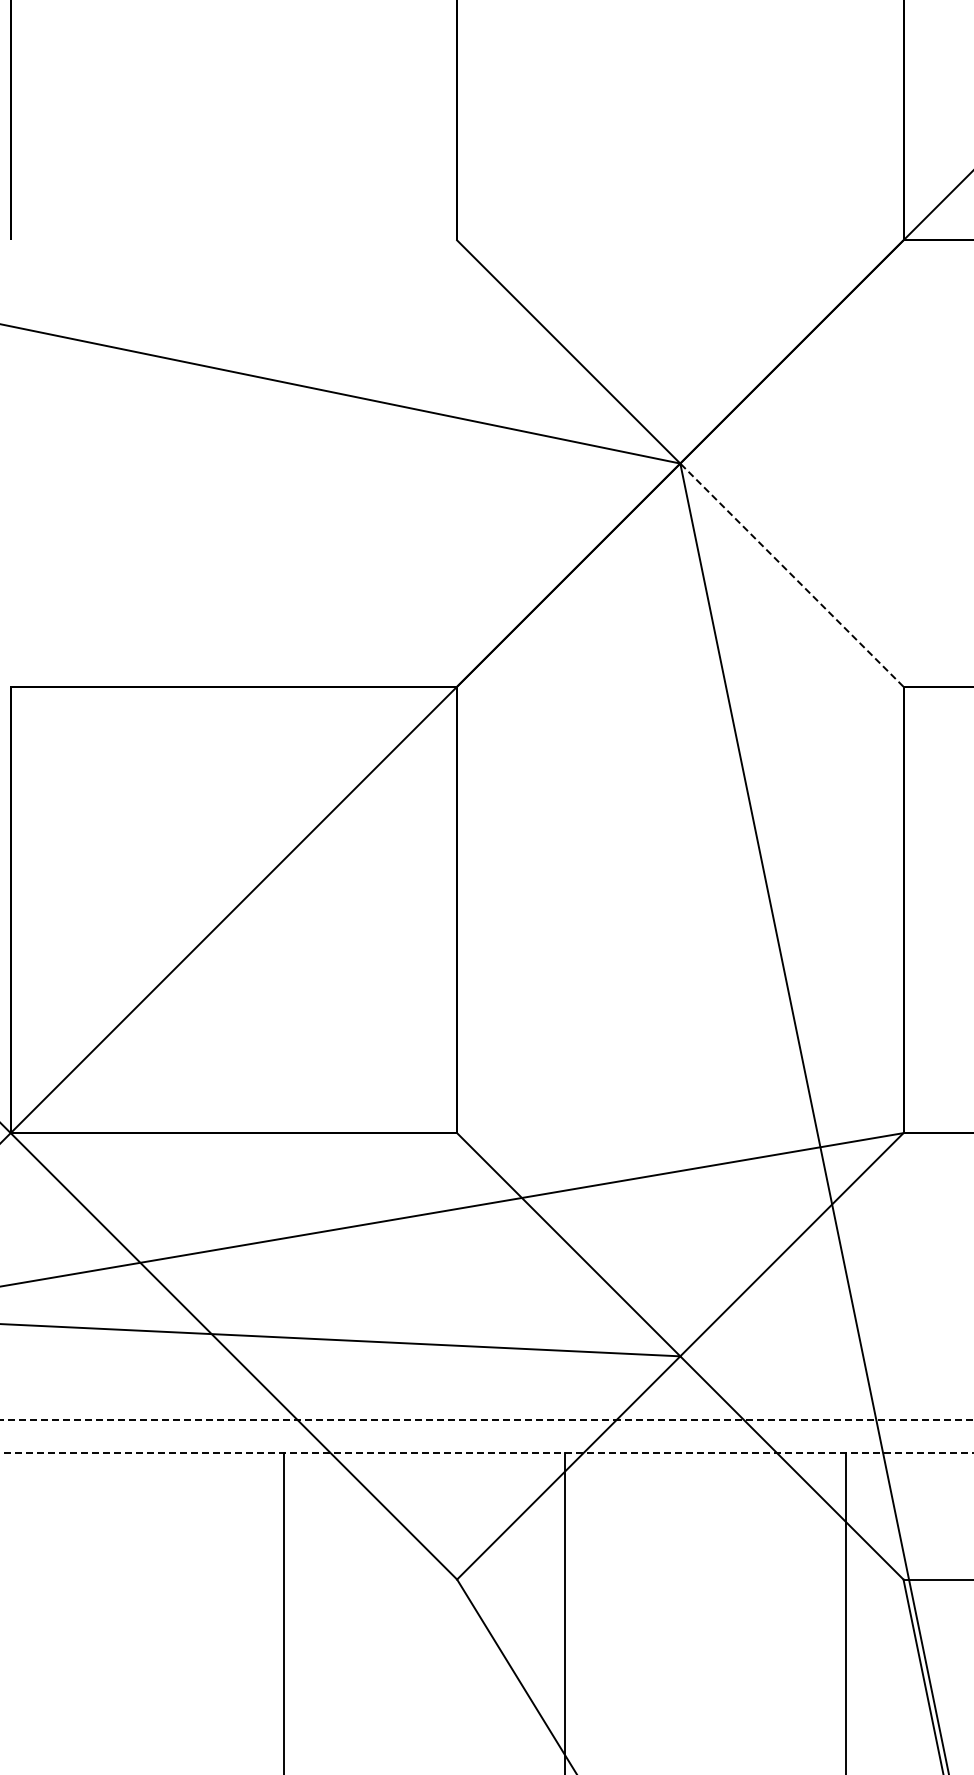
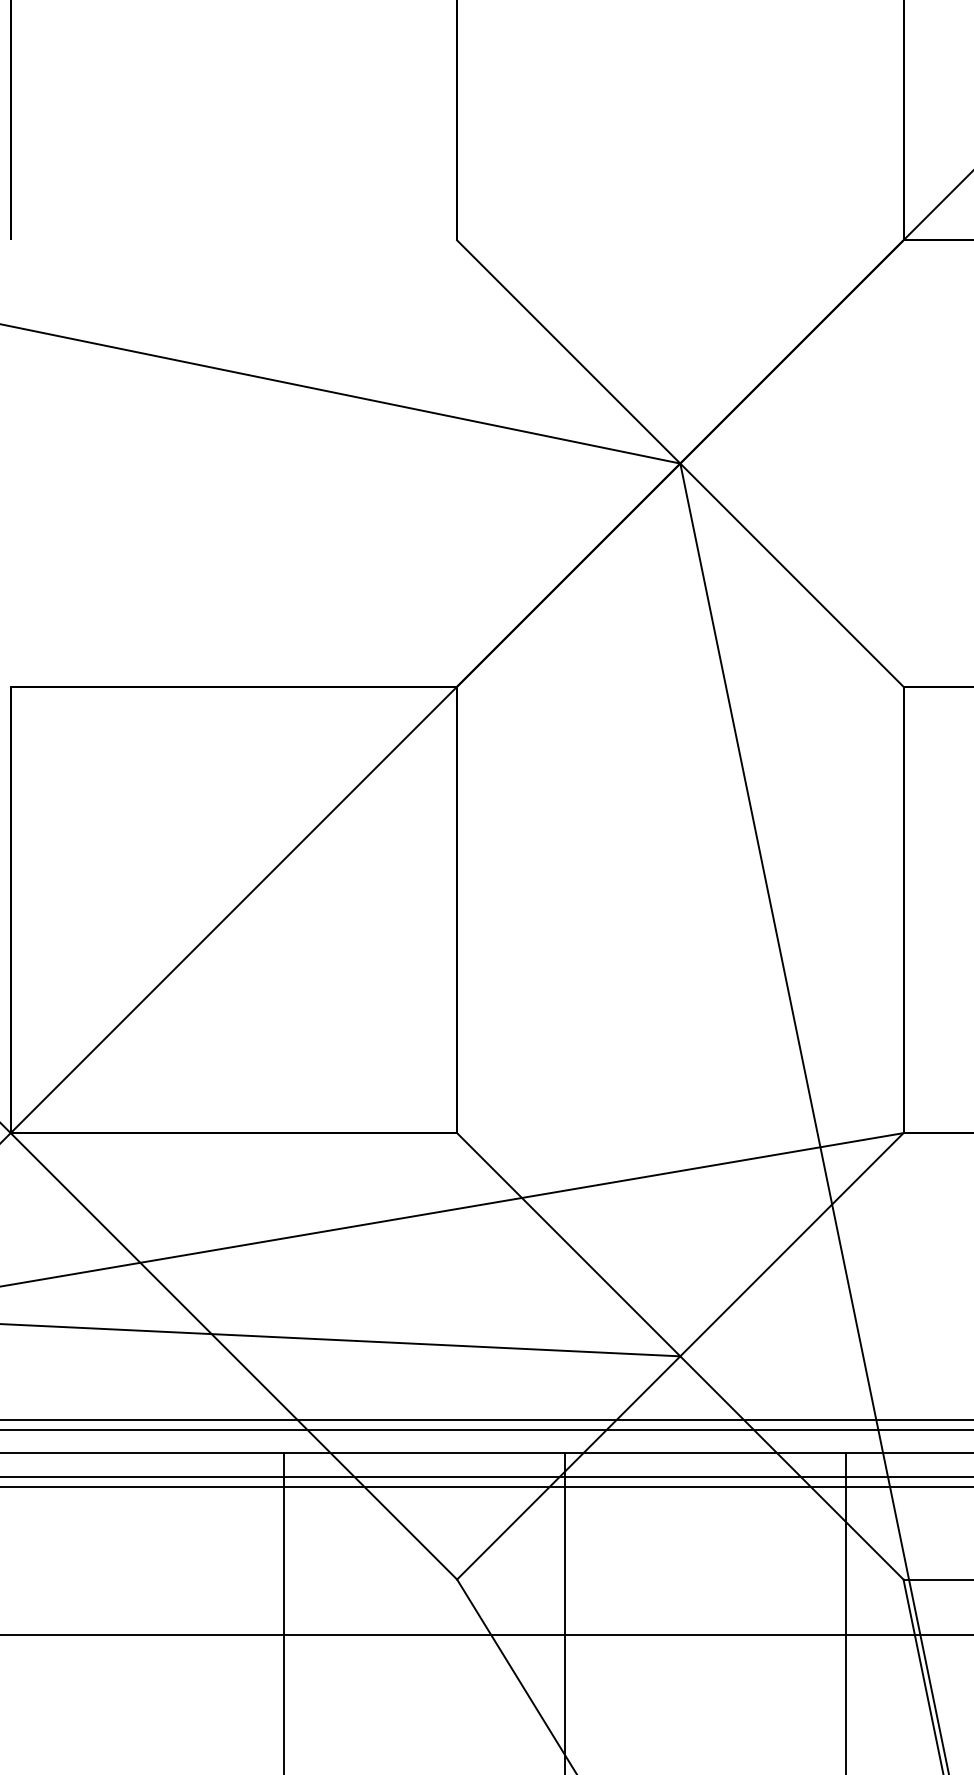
line at (791, 575): dashed -> solid
line at (487, 1419): dashed -> solid
line at (486, 1429): none -> present
line at (486, 1453): dashed -> solid
line at (486, 1477): none -> present
line at (486, 1487): none -> present
line at (486, 1634): none -> present
